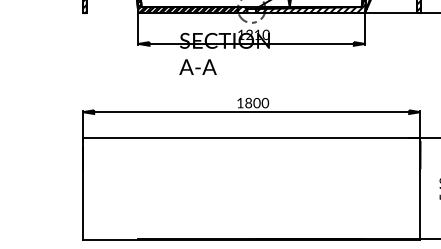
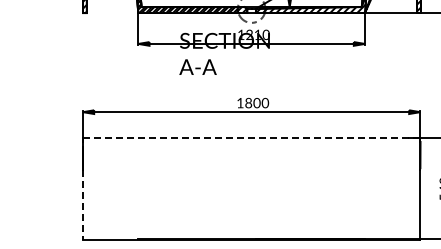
line at (251, 138): solid -> dashed
line at (82, 204): solid -> dashed
